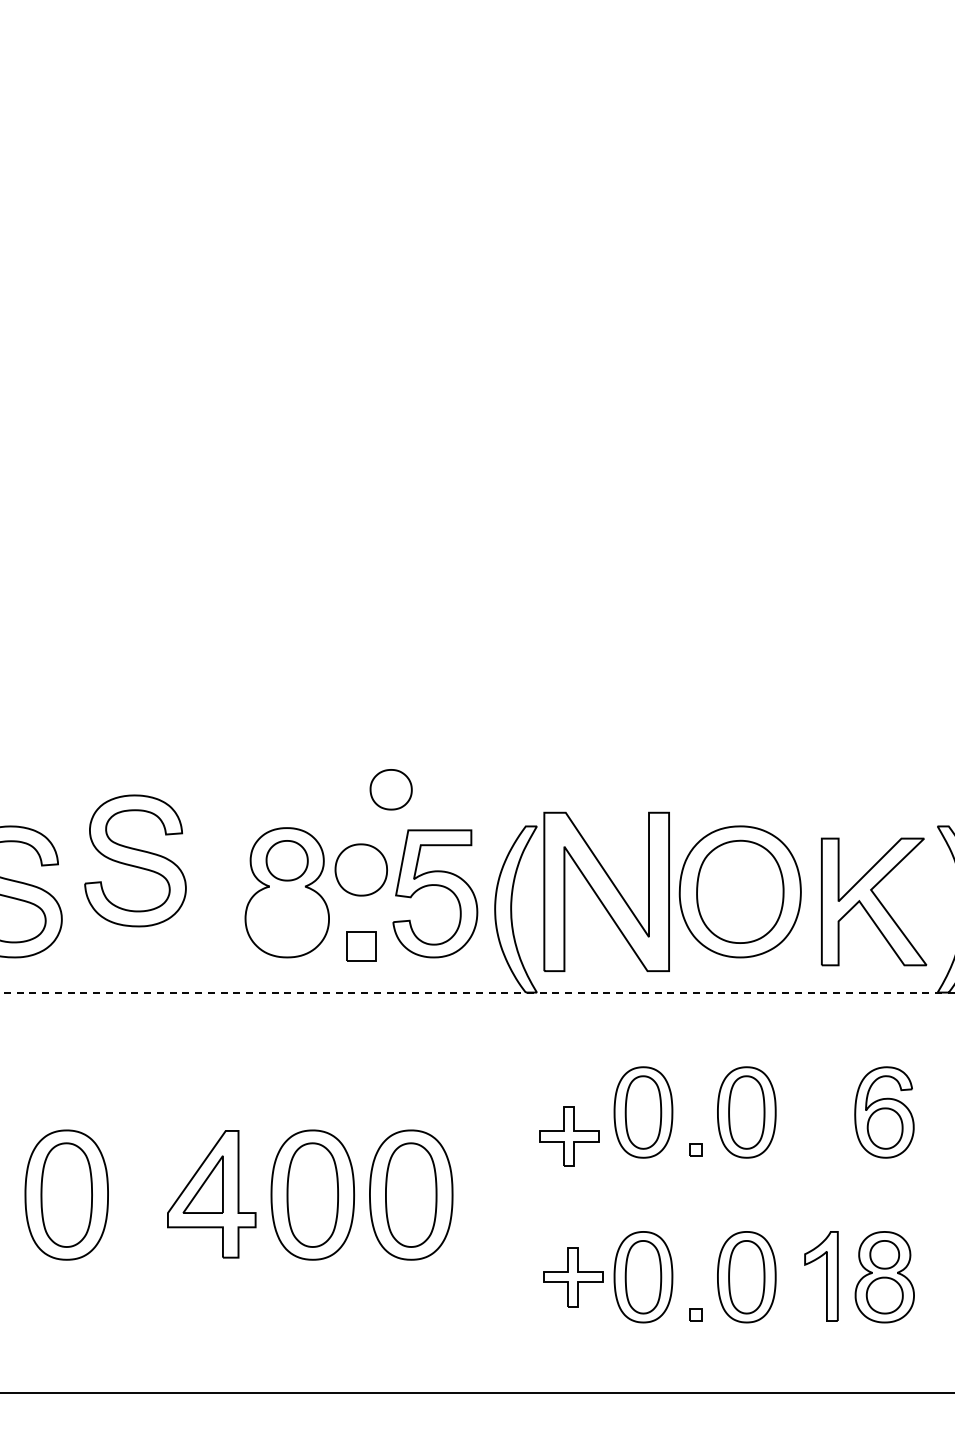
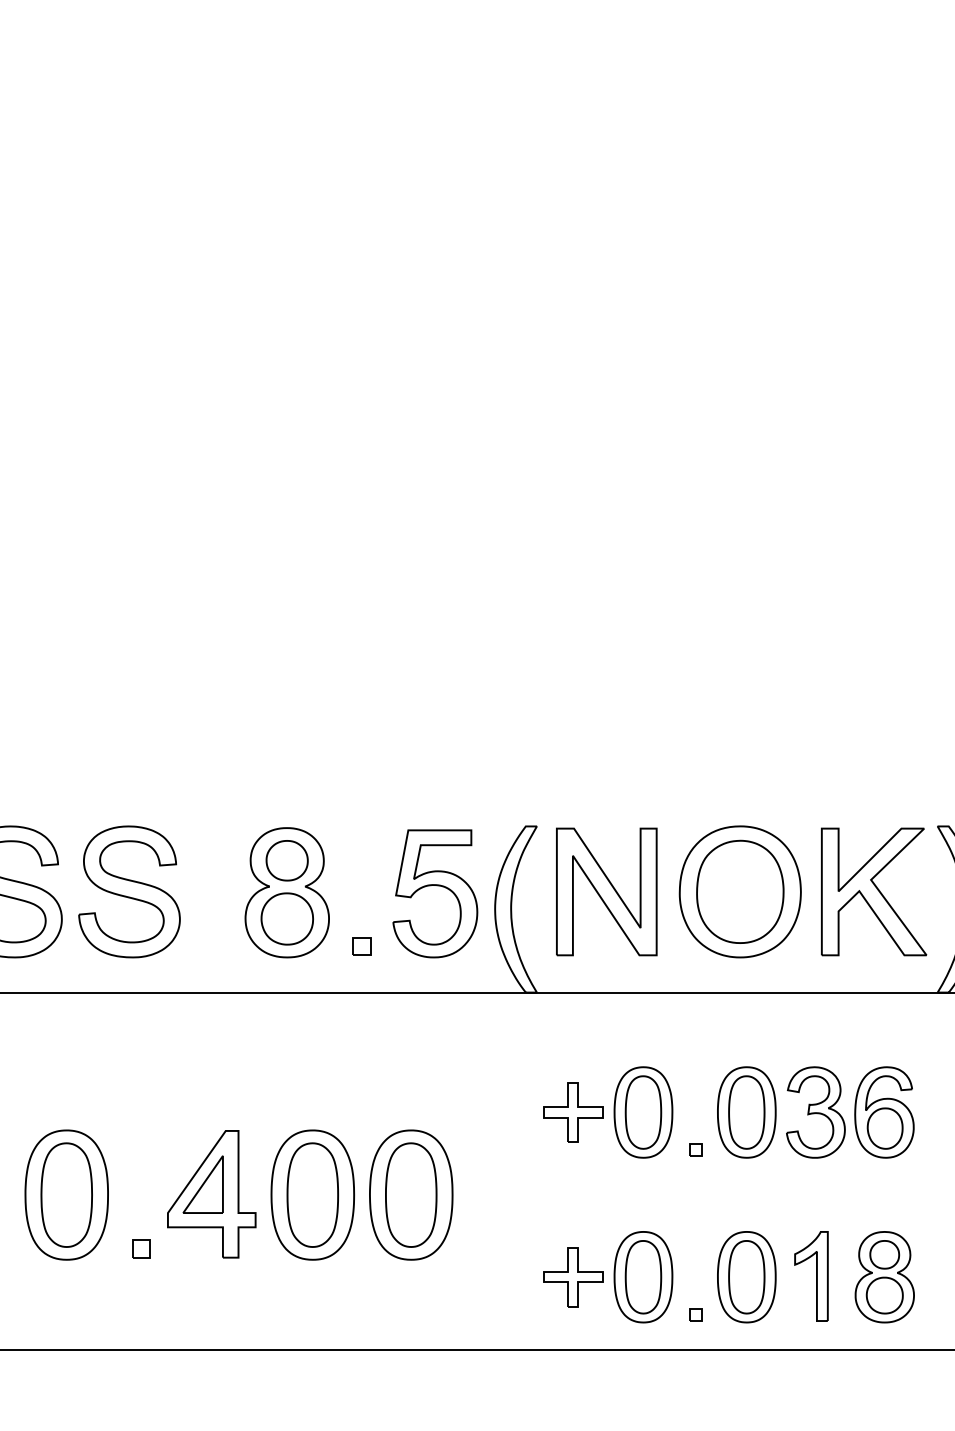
part at (390, 789): present -> none
part at (135, 860) position: (135, 860) -> (129, 891)
part at (360, 869) position: (360, 869) -> (286, 918)
part at (606, 891) size: 127x161 px -> 102x130 px
part at (874, 901) position: (874, 901) -> (874, 891)
part at (361, 946) size: 31x31 px -> 20x19 px
line at (477, 992): dashed -> solid
part at (815, 1112): none -> present
part at (569, 1136) position: (569, 1136) -> (573, 1112)
part at (141, 1248): none -> present
part at (821, 1276) position: (821, 1276) -> (811, 1276)
line at (476, 1392) position: (476, 1392) -> (476, 1349)
